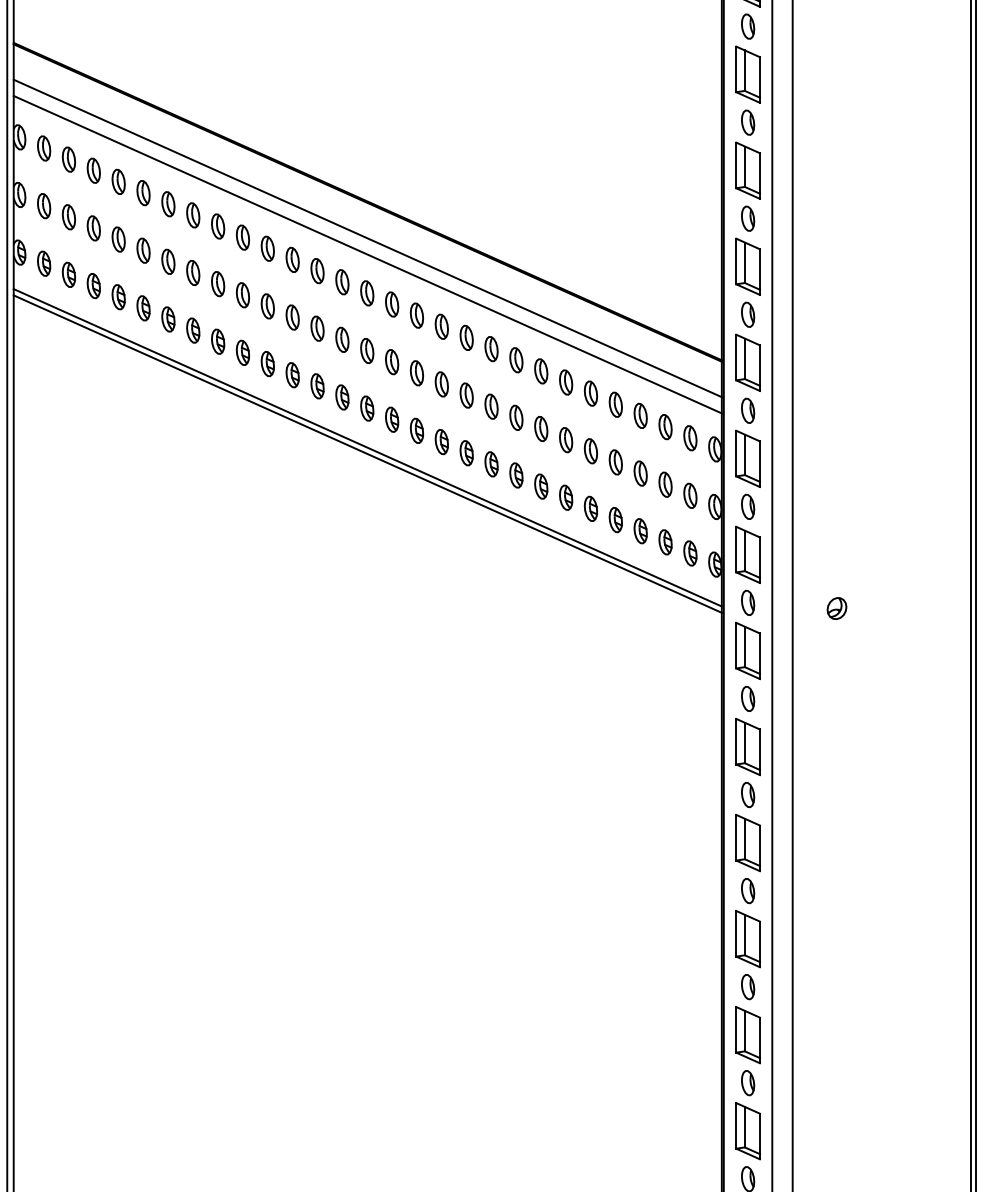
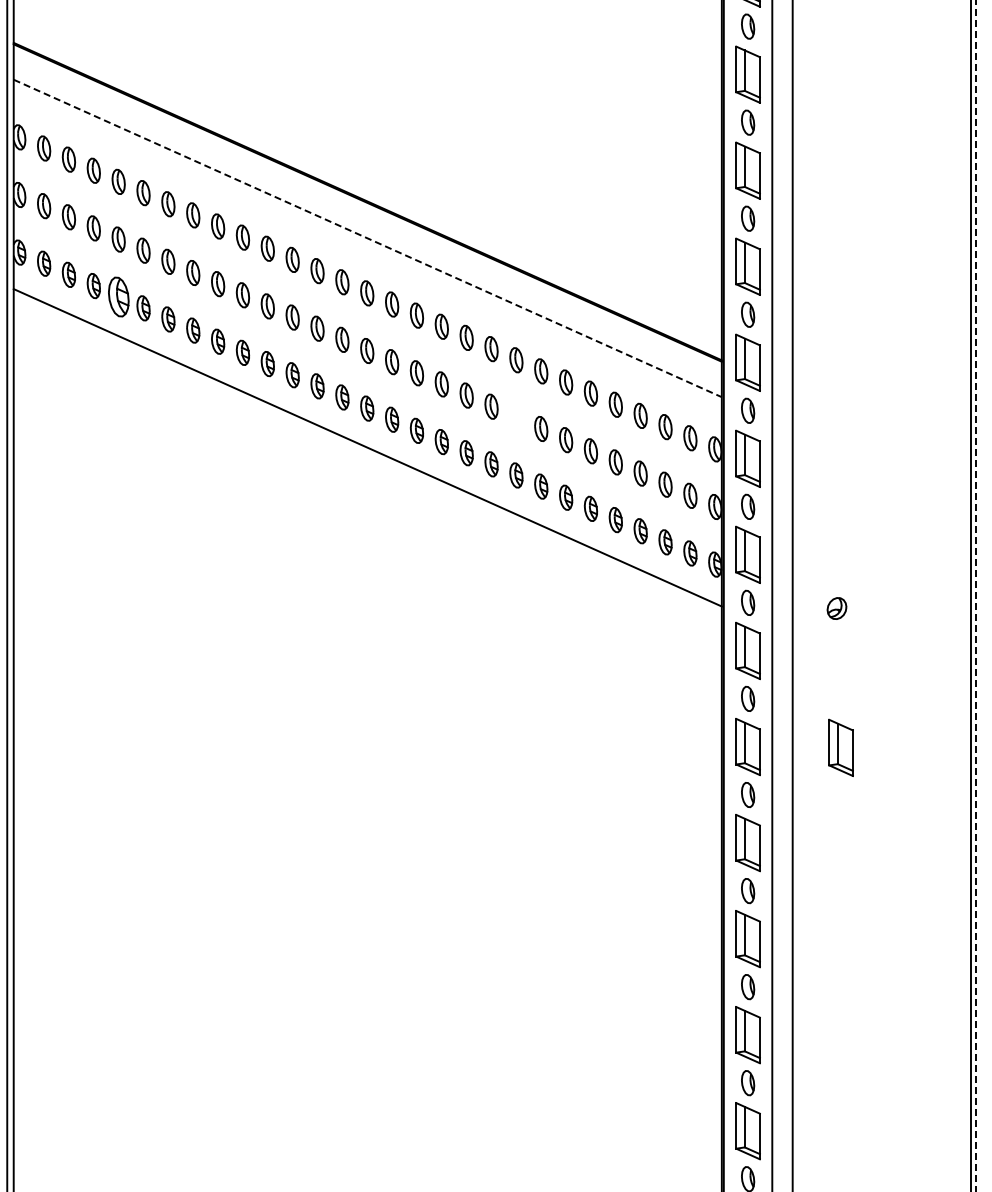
line at (367, 238): solid -> dashed
line at (367, 254): present -> none
part at (118, 297) size: 15x27 px -> 22x42 px
part at (516, 417): present -> none
line at (367, 453): present -> none
line at (975, 595): solid -> dashed
part at (840, 747): none -> present
